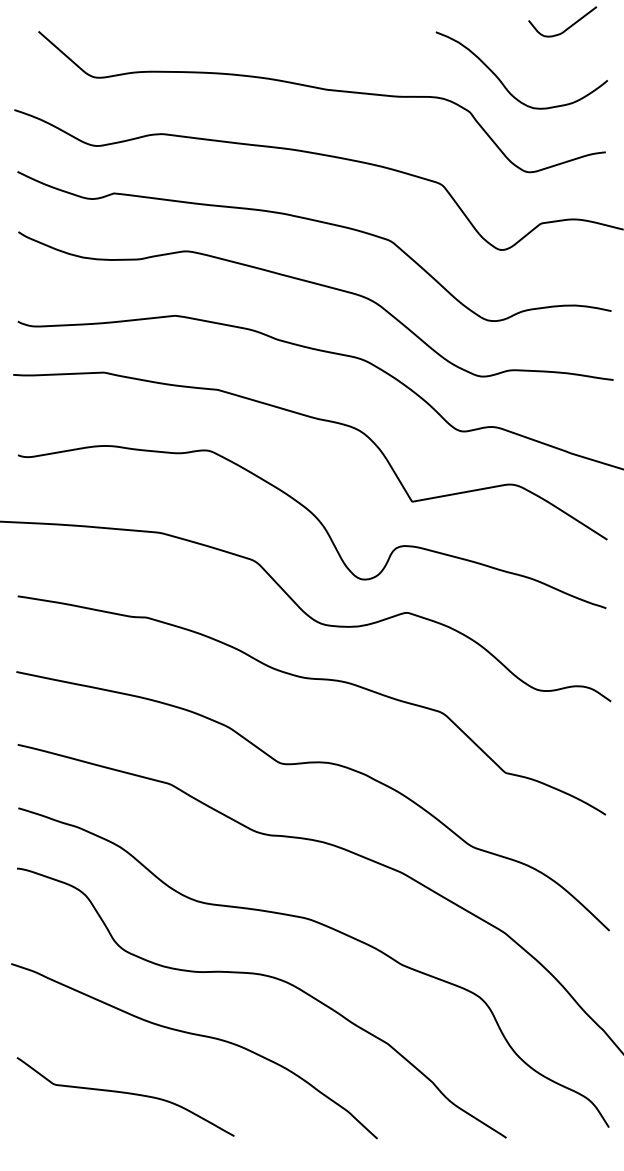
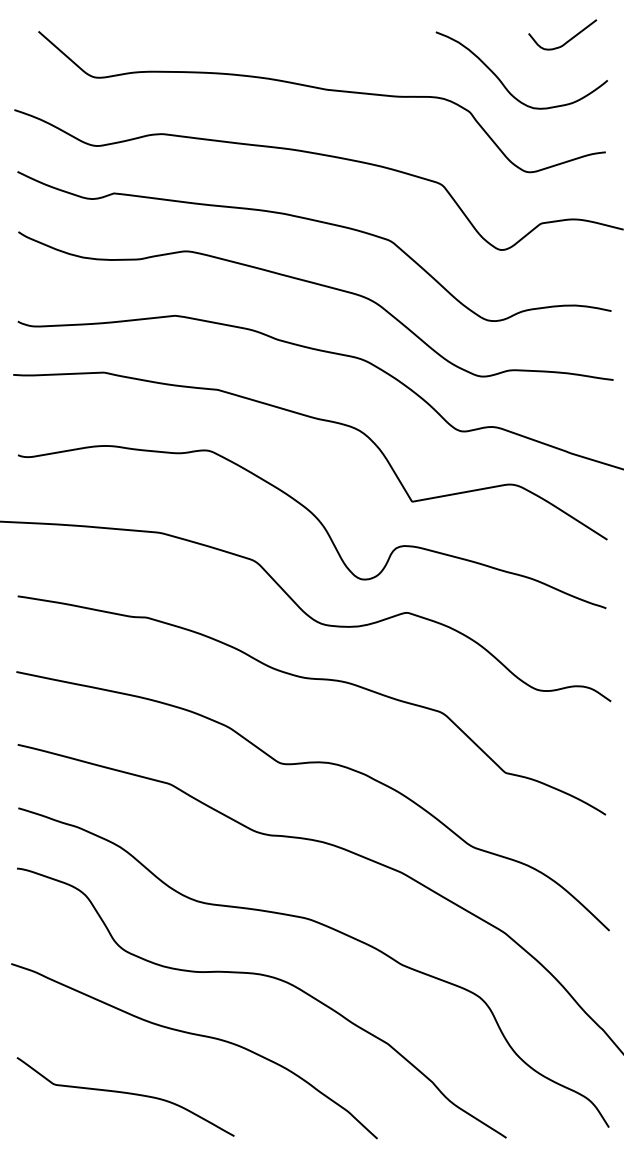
curve at (567, 27) position: (567, 27) -> (567, 40)
